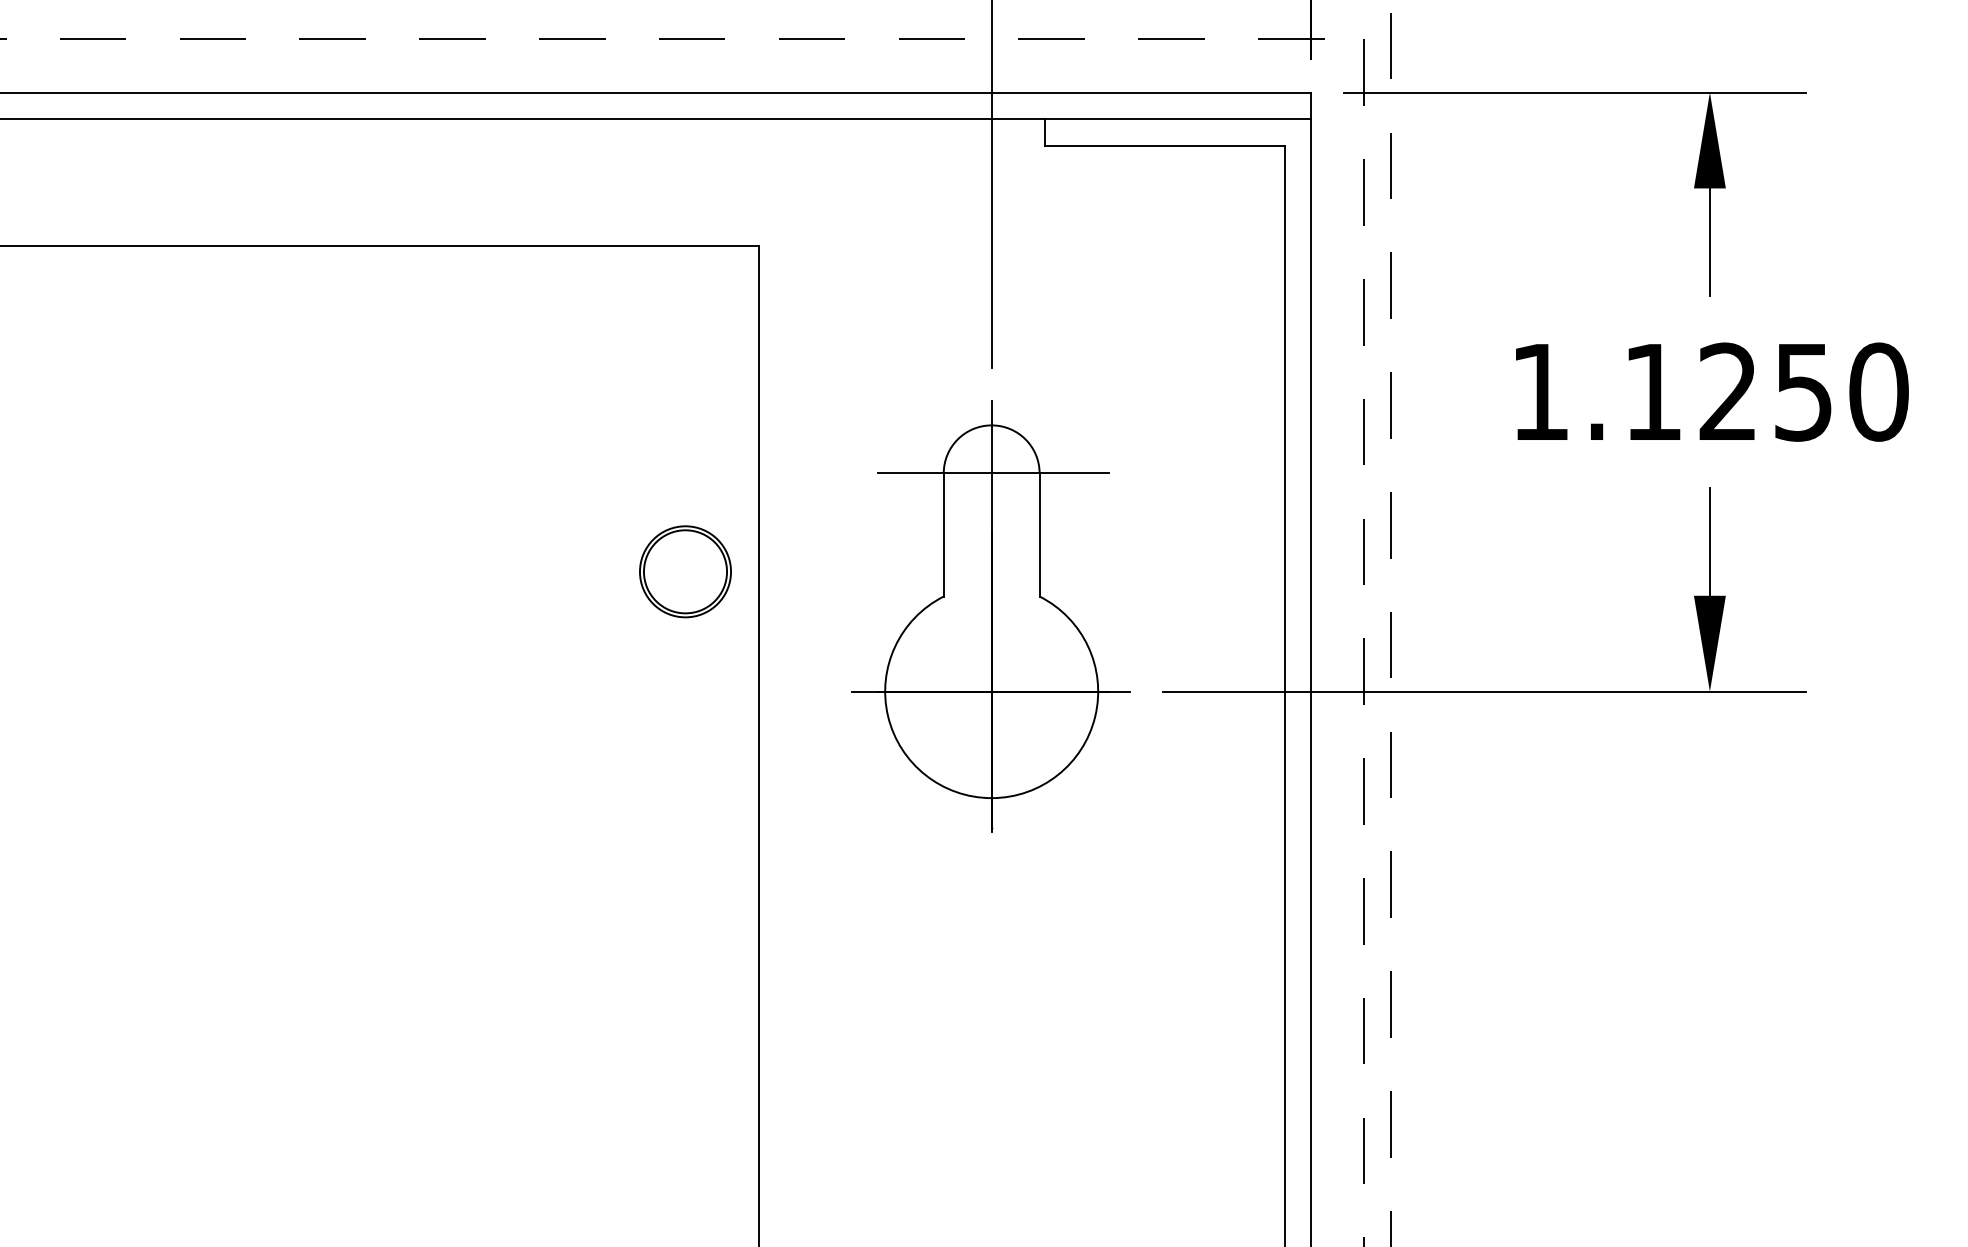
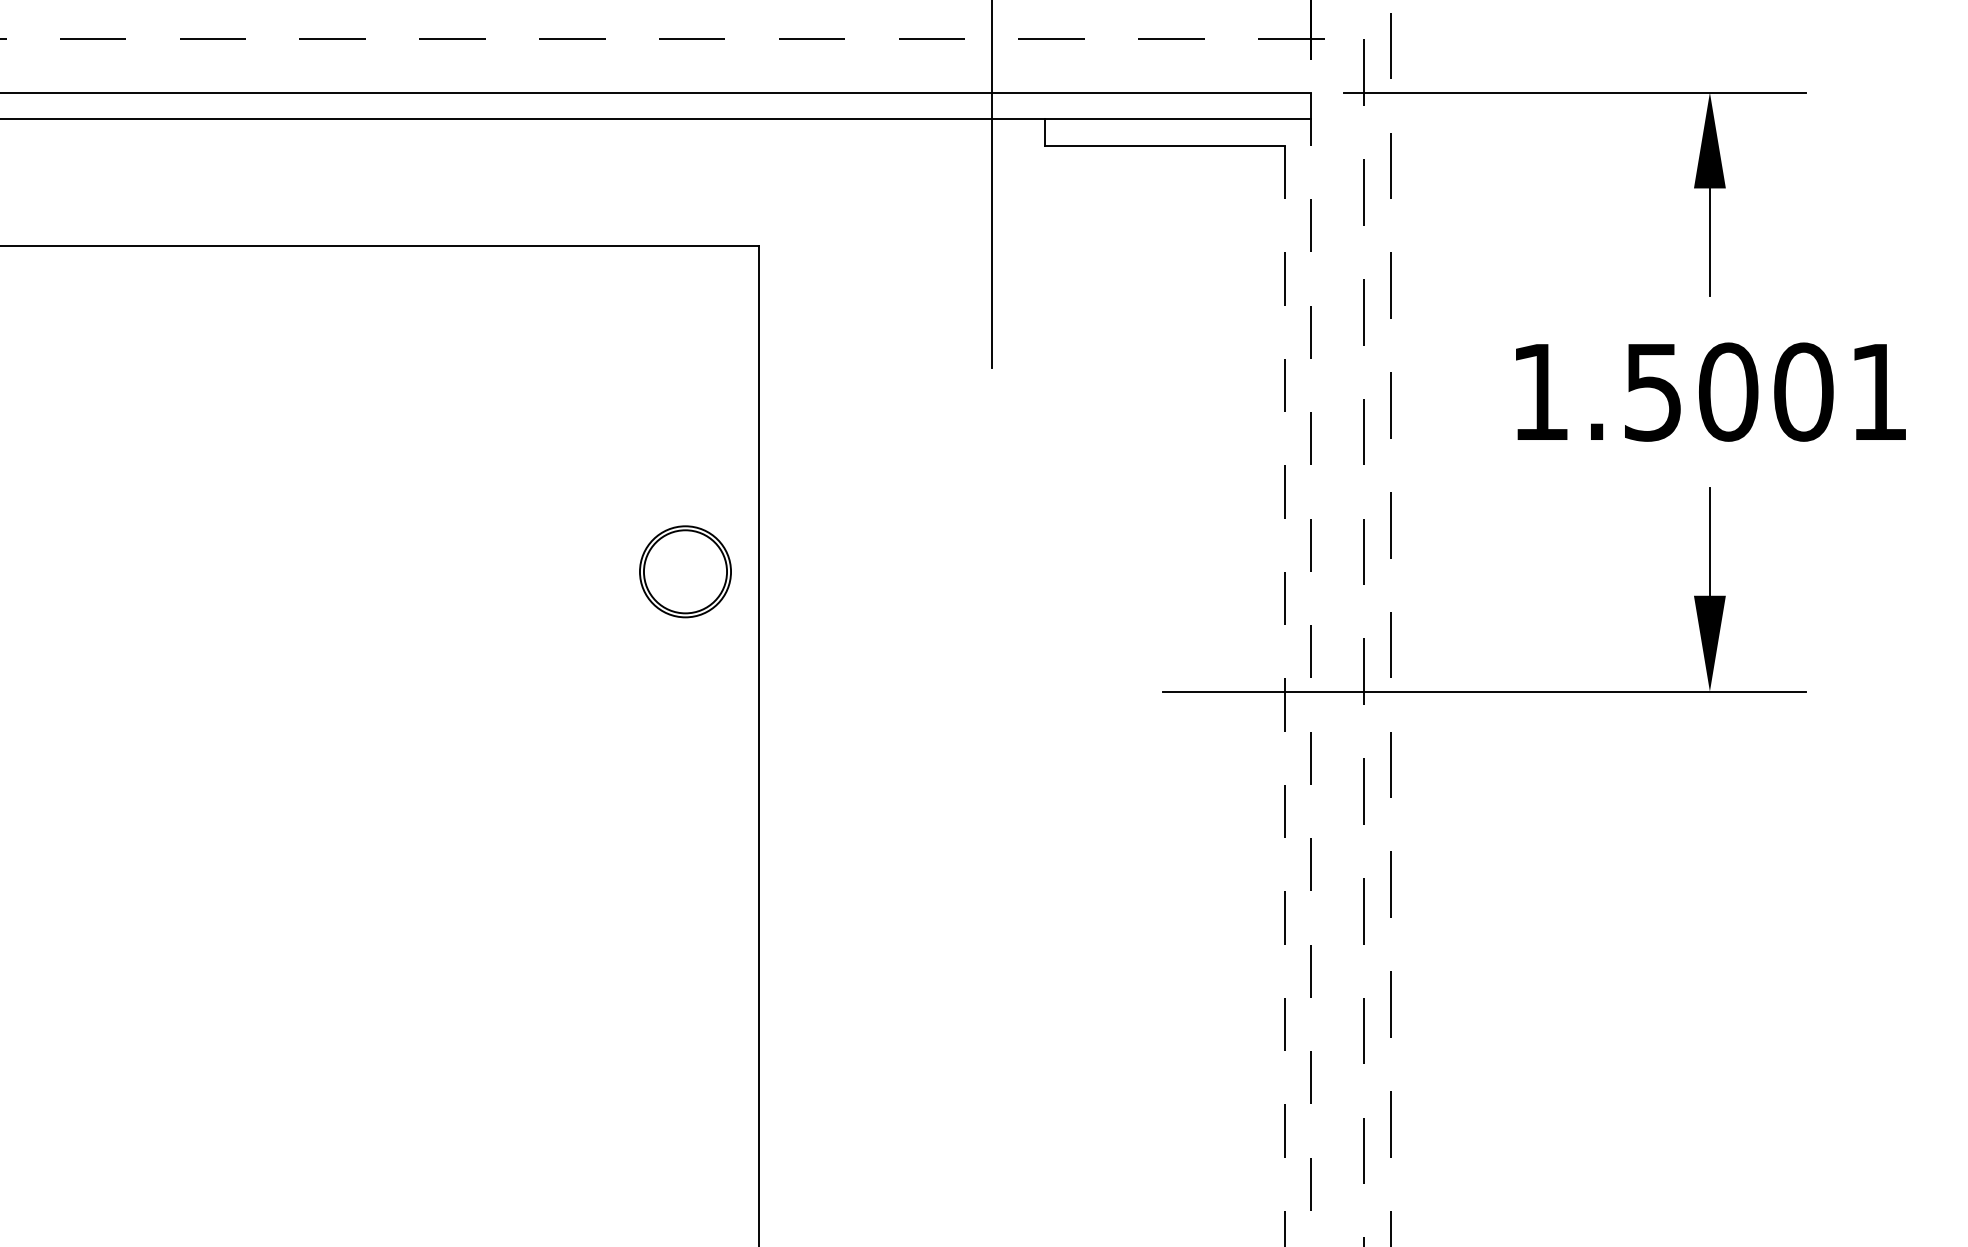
text at (1766, 391): 1.1250 -> 1.5001
part at (990, 616): present -> none
line at (1311, 669): solid -> dashed
line at (1284, 696): solid -> dashed
